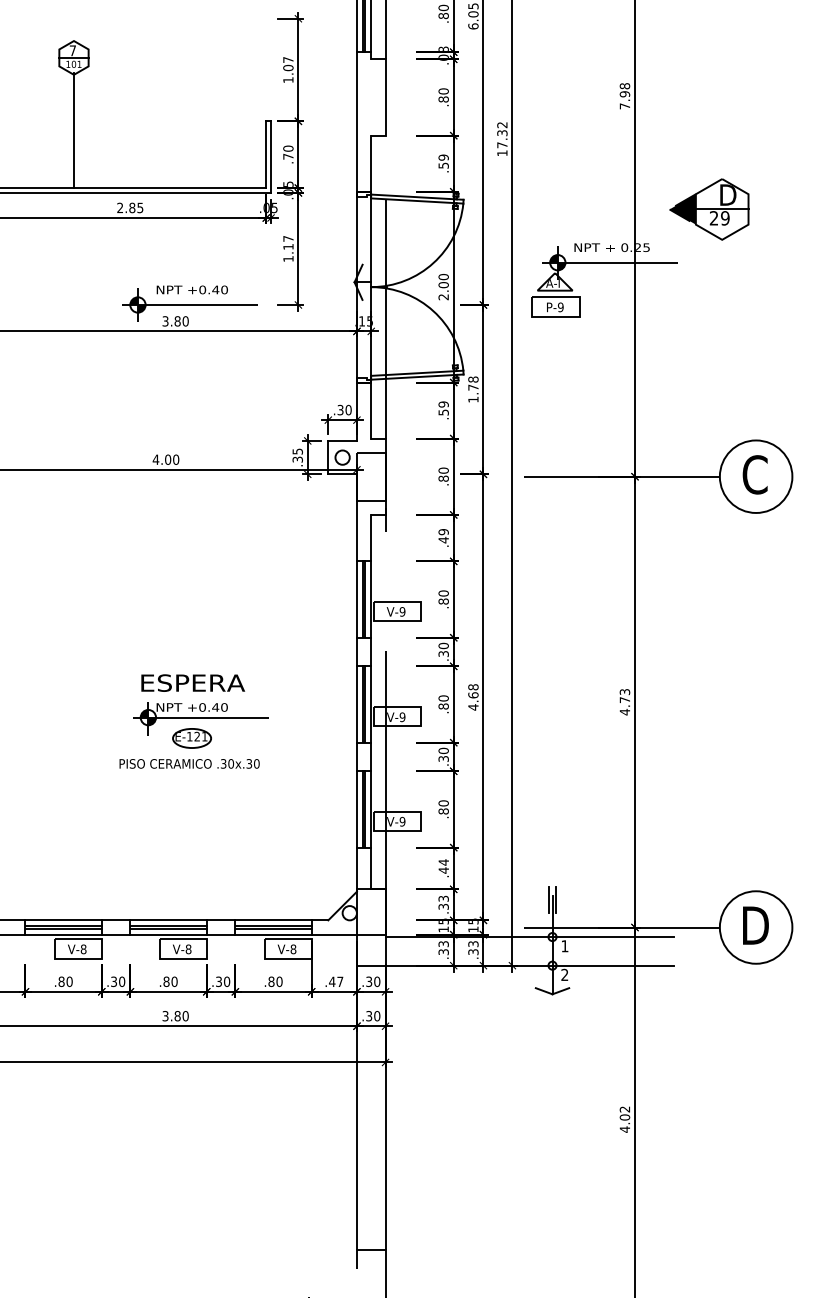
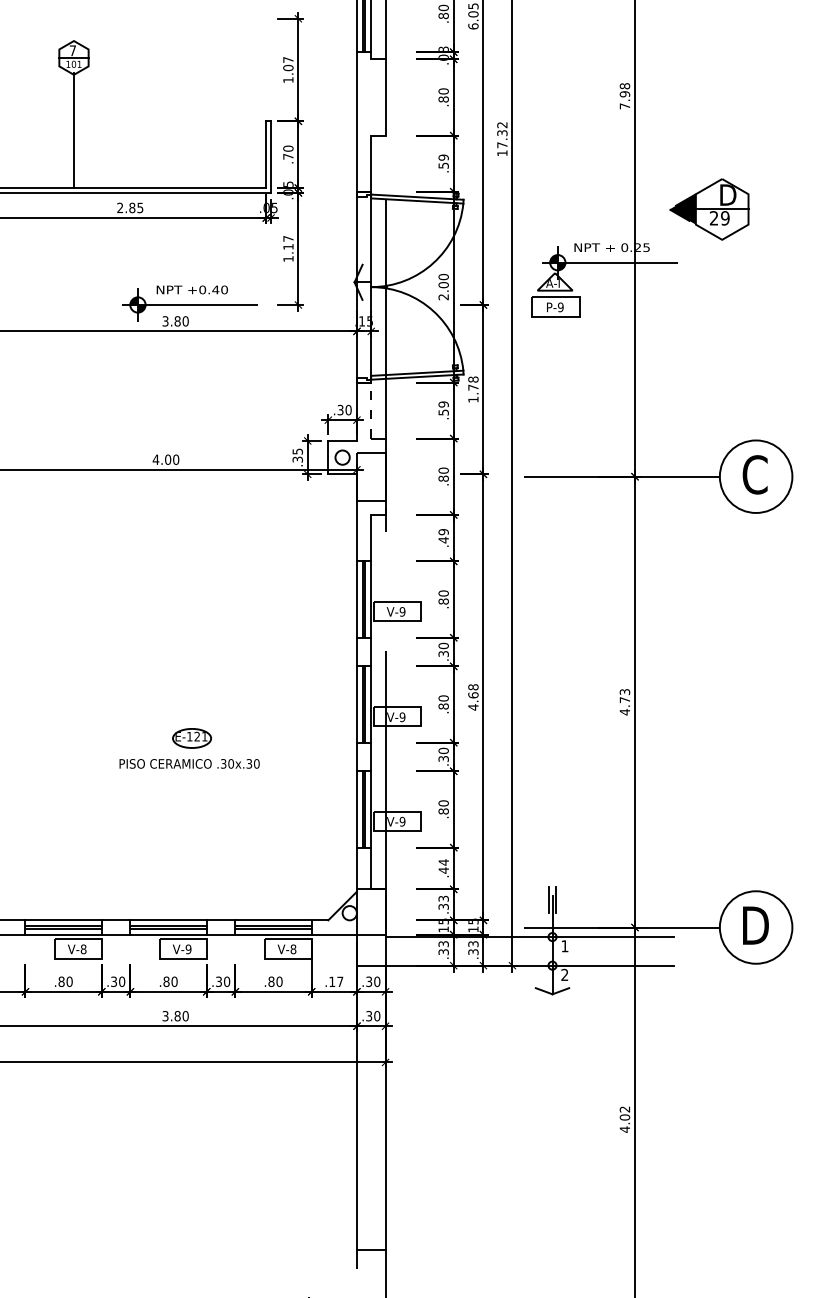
line at (371, 410): solid -> dashed
part at (200, 704): present -> none
text at (188, 949): V-8 -> V-9
text at (332, 981): .47 -> .17
